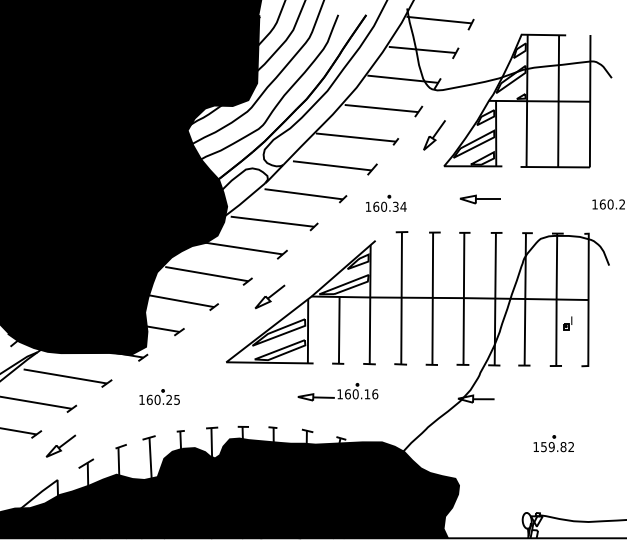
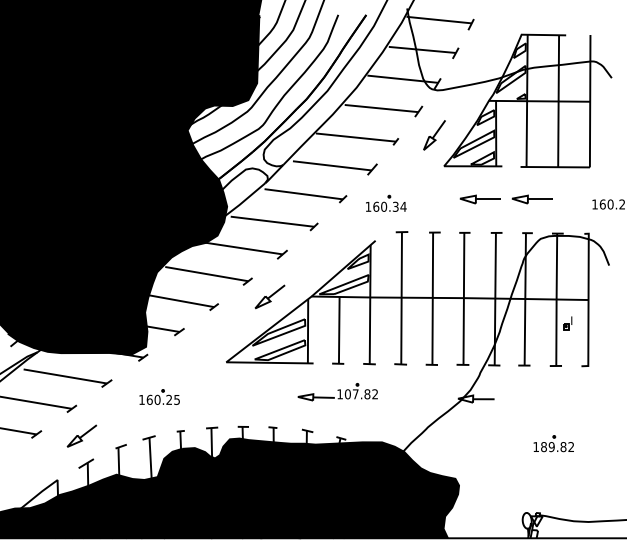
part at (531, 199): none -> present
text at (361, 394): 160.16 -> 107.82
part at (60, 445) position: (60, 445) -> (81, 435)
text at (543, 447): 159.82 -> 189.82
